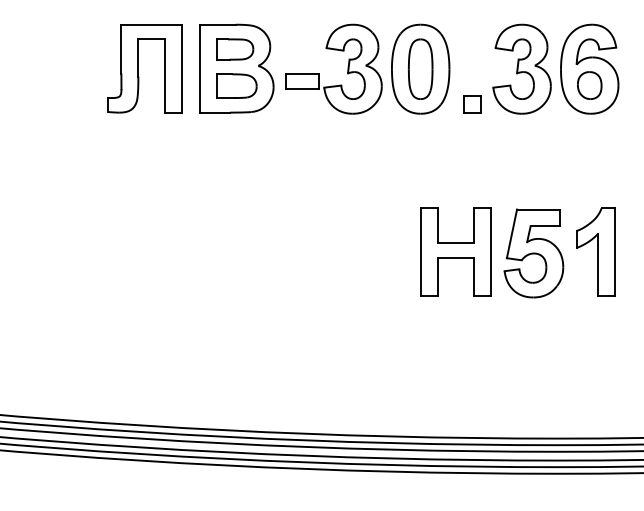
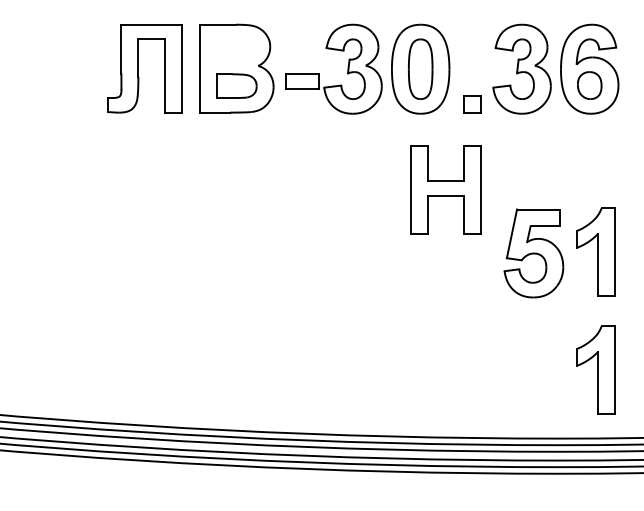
part at (235, 49): present -> none
part at (455, 251) position: (455, 251) -> (445, 189)
part at (595, 369): none -> present
